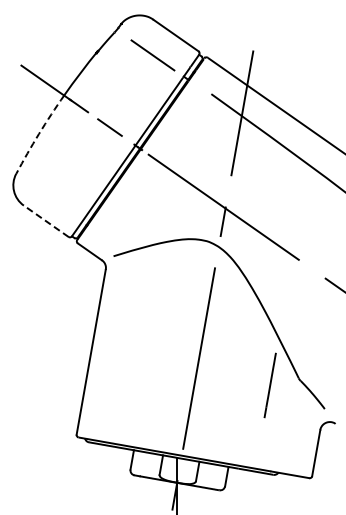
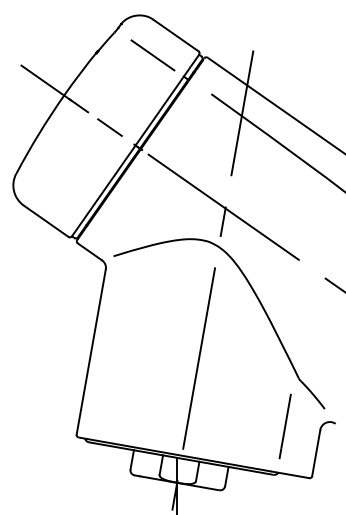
arc at (39, 133): dashed -> solid
line at (46, 221): dashed -> solid
line at (269, 385) position: (269, 385) -> (284, 426)
